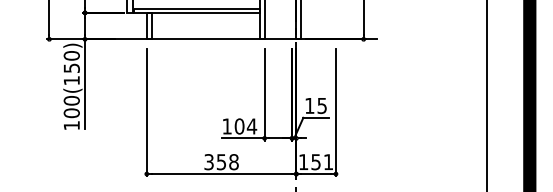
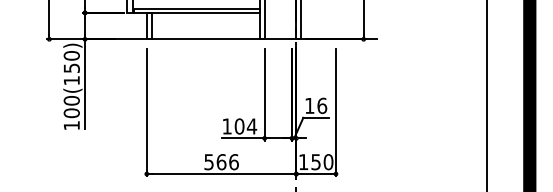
text at (322, 105): 15 -> 16
text at (221, 162): 358 -> 566
text at (328, 162): 151 -> 150
